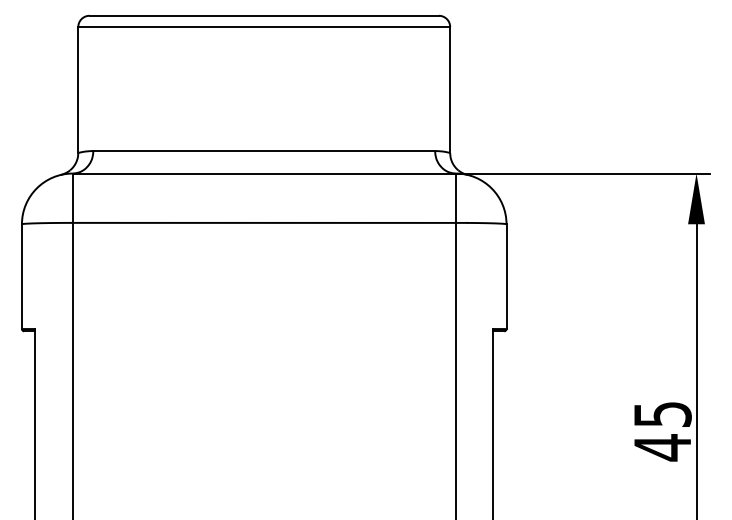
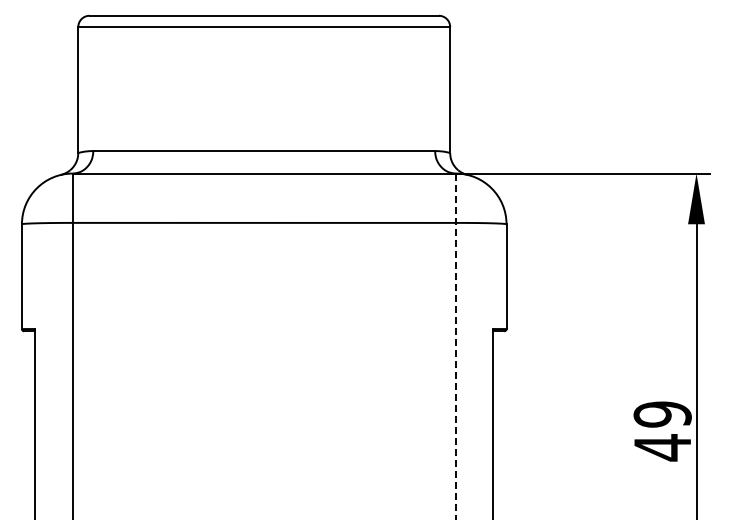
line at (455, 346): solid -> dashed
text at (662, 414): 45 -> 49
